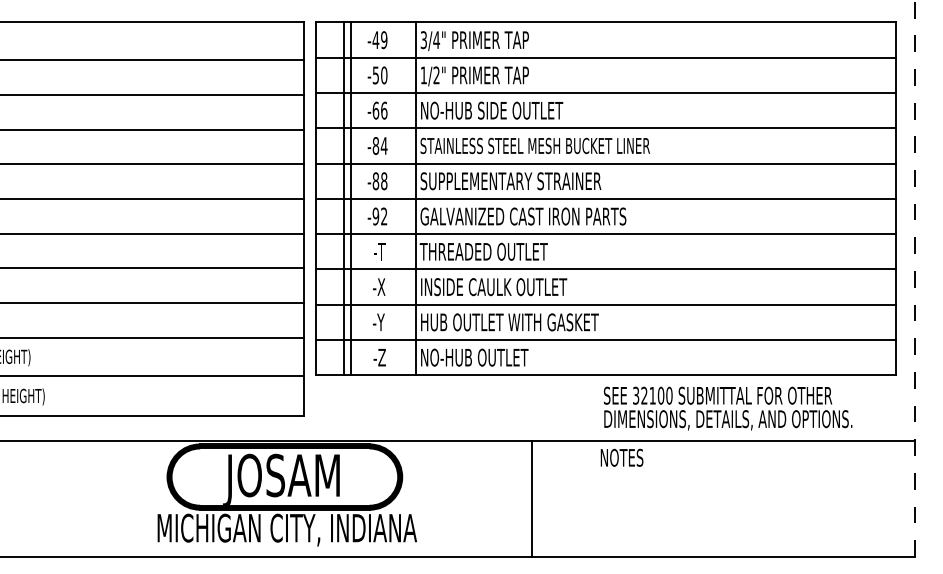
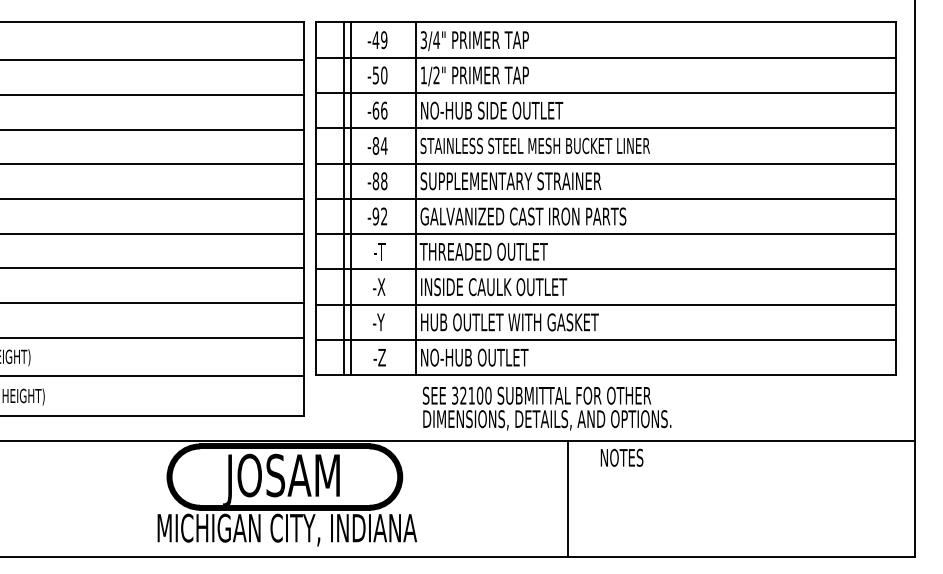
line at (914, 278): dashed -> solid
text at (727, 408) position: (727, 408) -> (546, 408)
line at (531, 498) position: (531, 498) -> (567, 498)
